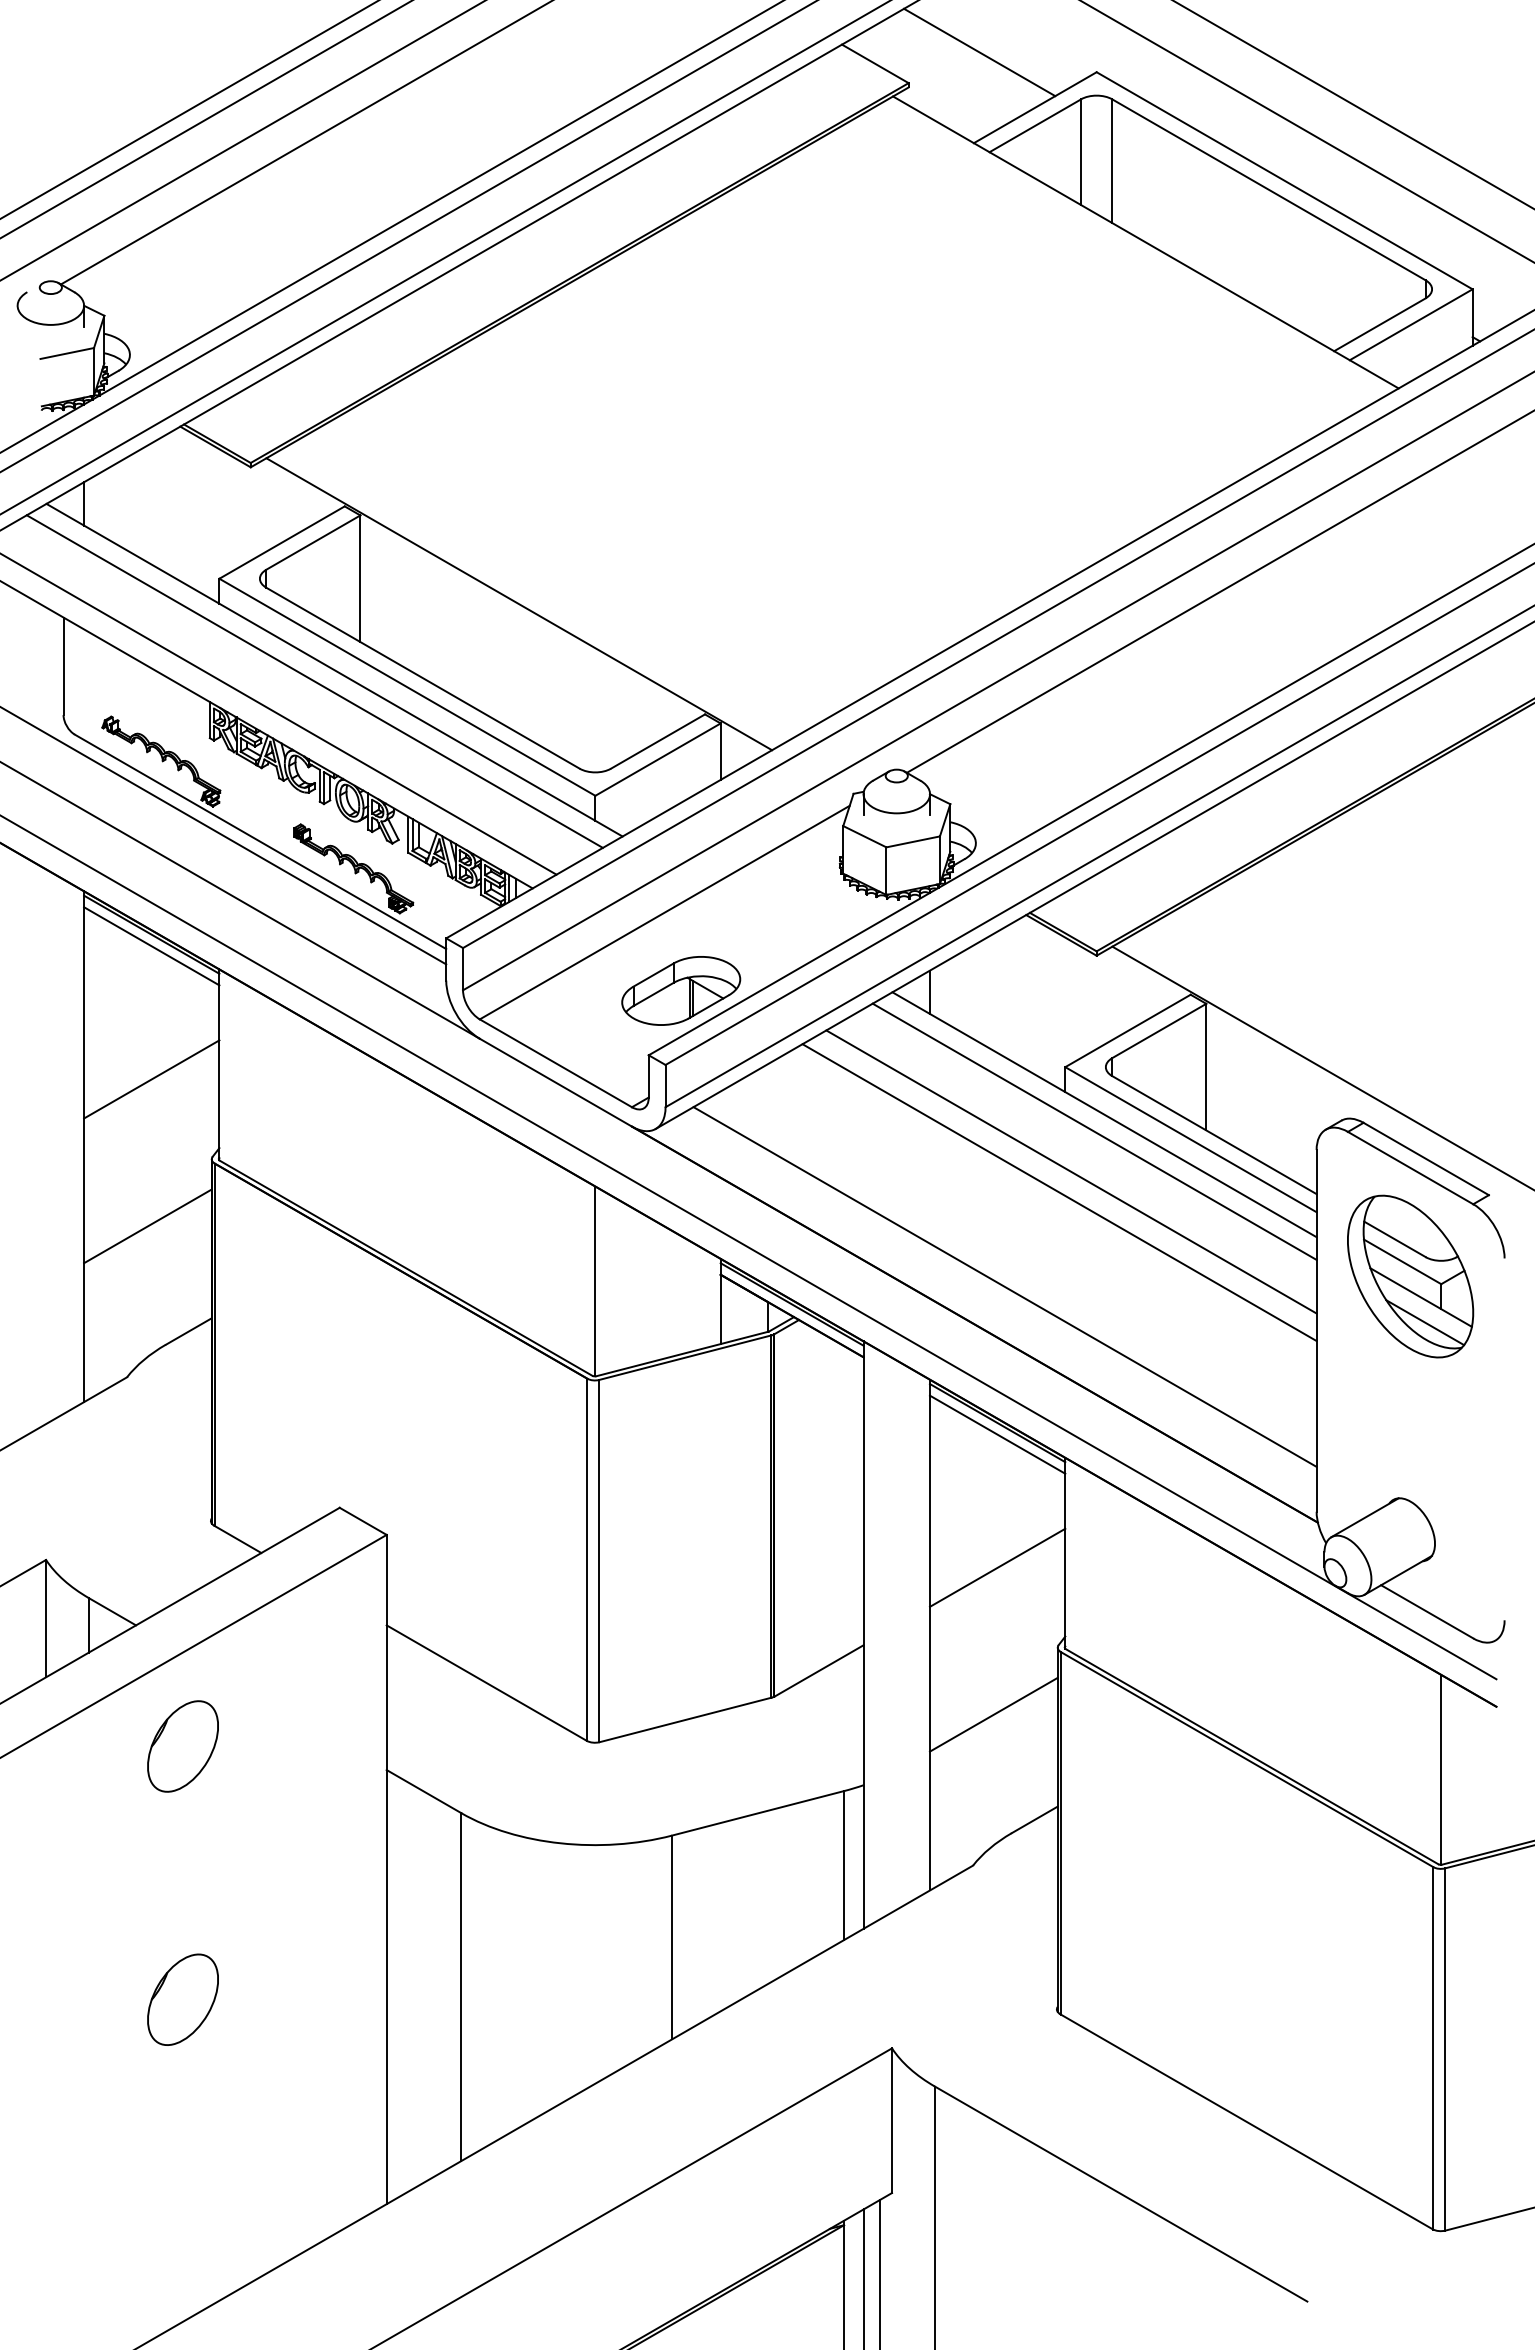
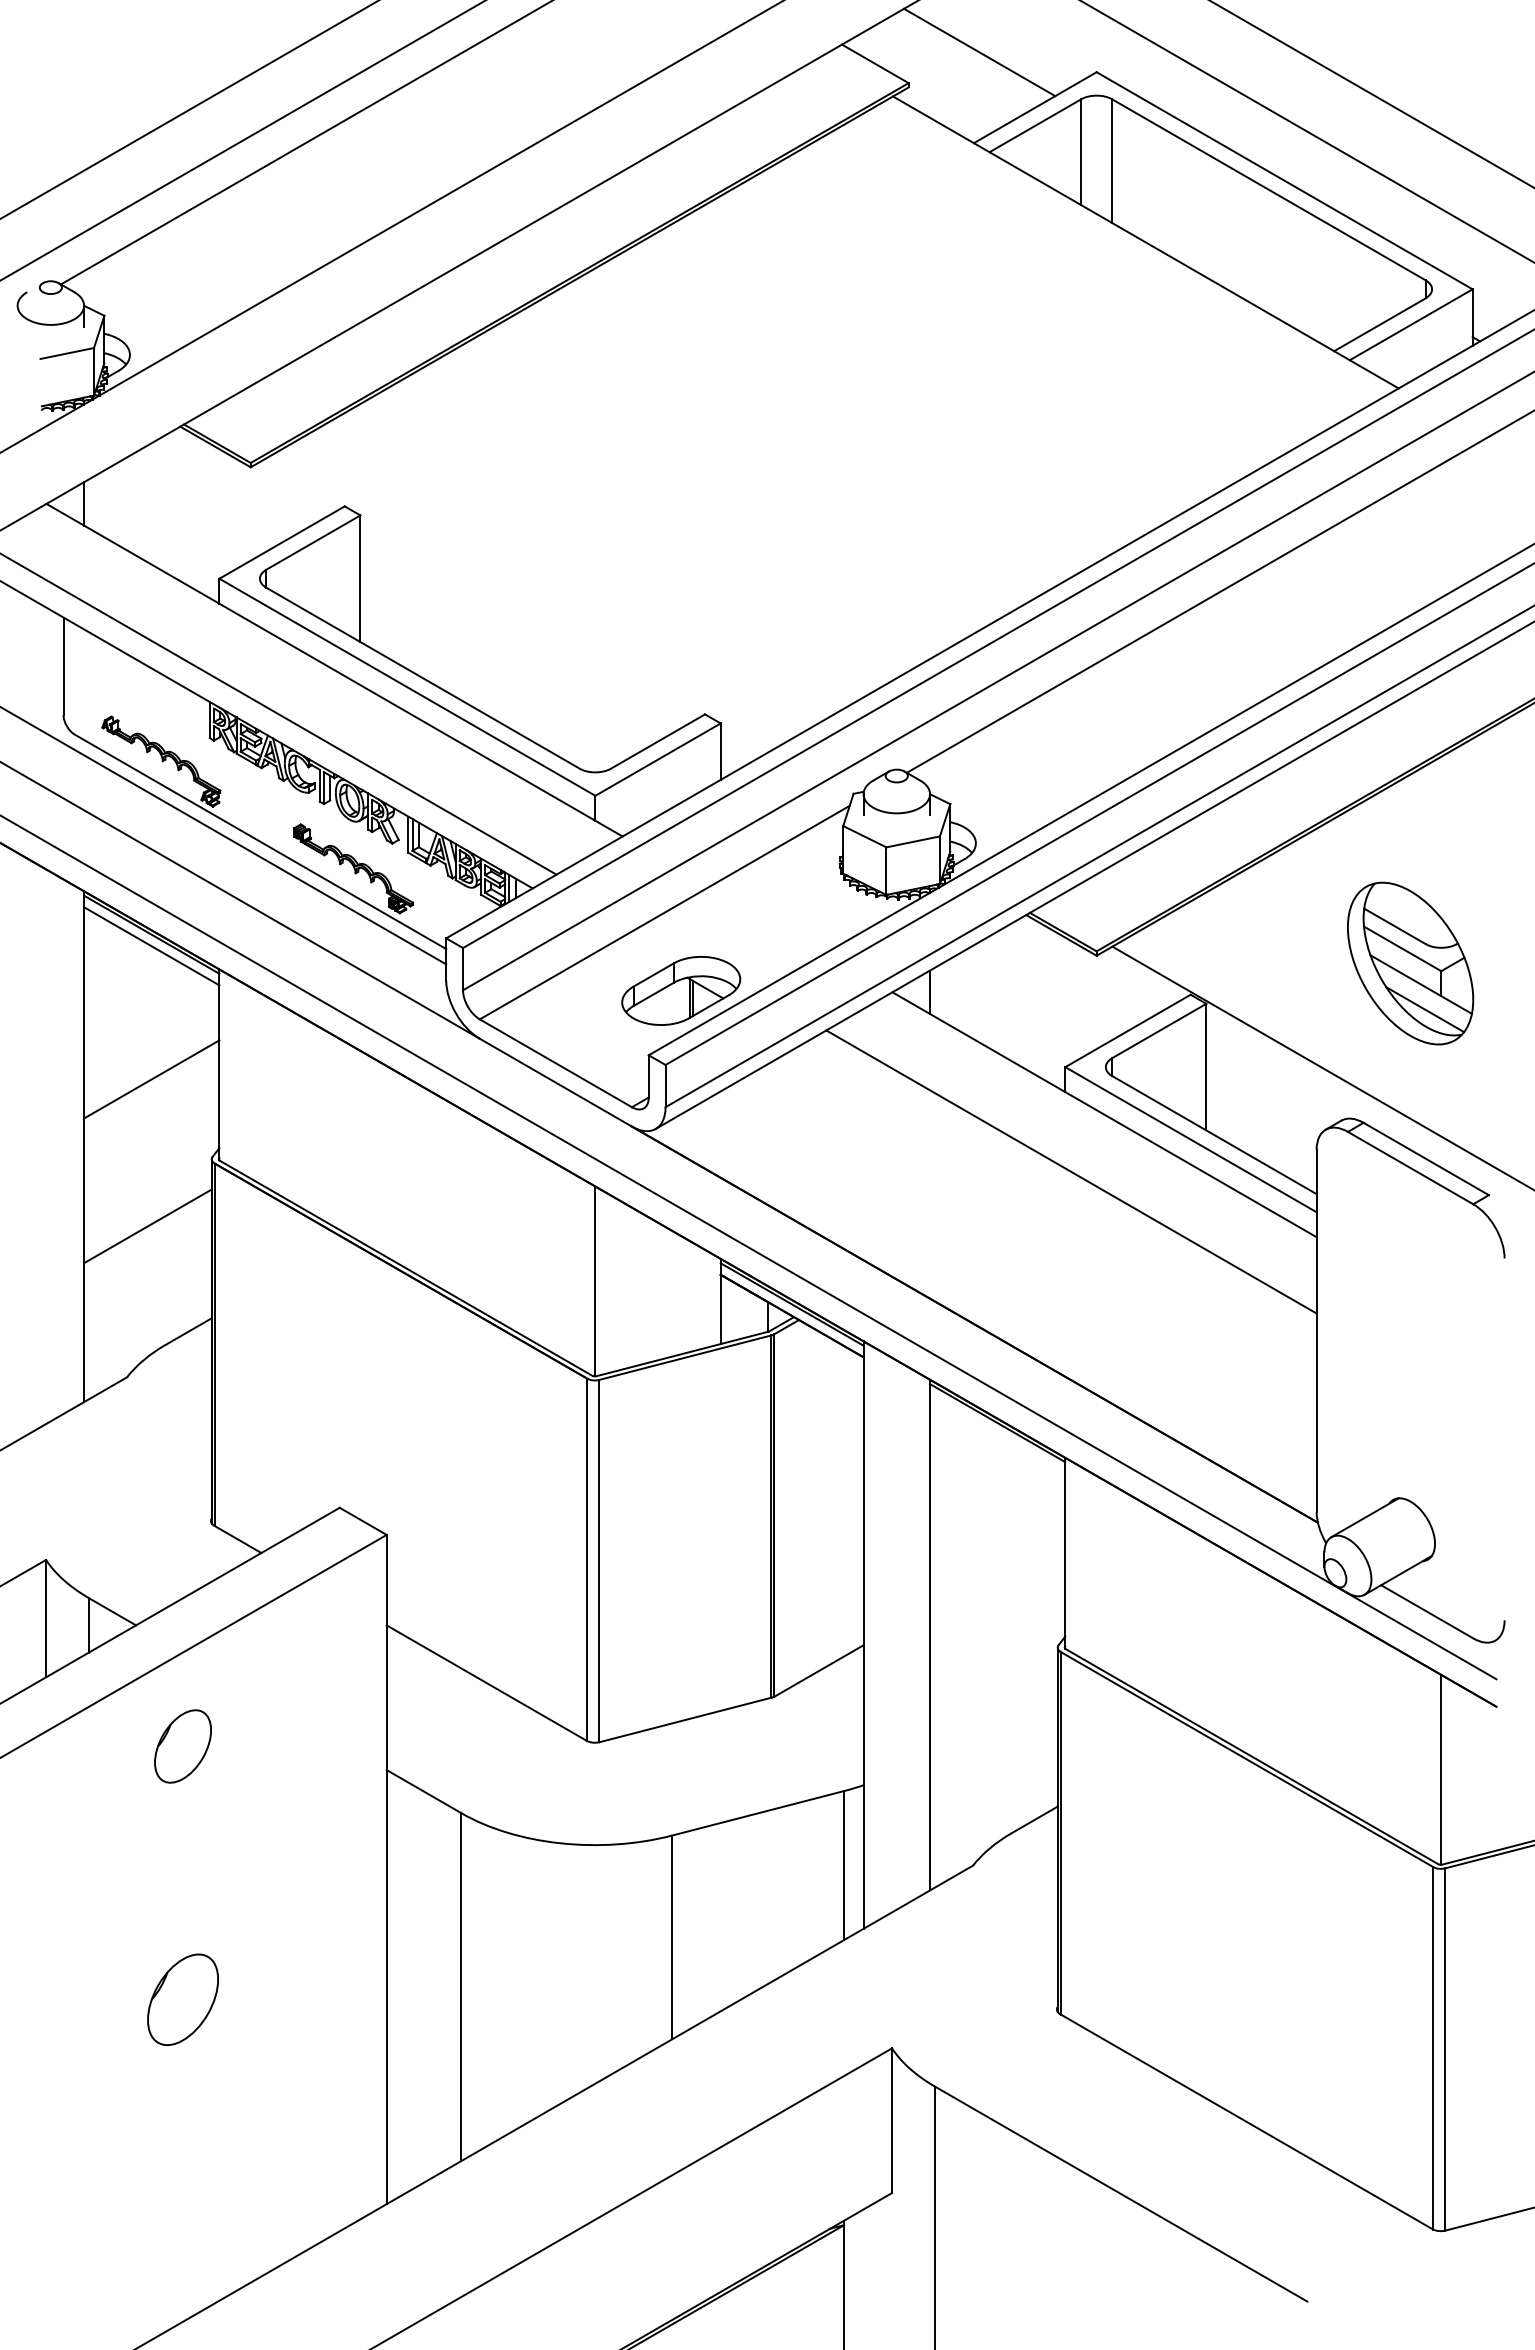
line at (1353, 104) position: (1353, 104) -> (1371, 94)
line at (205, 119): present -> none
line at (408, 236): present -> none
line at (444, 257): present -> none
line at (519, 604): present -> none
line at (314, 681): present -> none
line at (1094, 1131): present -> none
line at (1059, 1192): present -> none
part at (1410, 1276) position: (1410, 1276) -> (1410, 963)
line at (1004, 1286): present -> none
line at (997, 1434): present -> none
line at (997, 1567): present -> none
line at (993, 1714): present -> none
part at (182, 1746) size: 72x93 px -> 58x75 px
line at (879, 2273): present -> none
line at (863, 2277): present -> none
